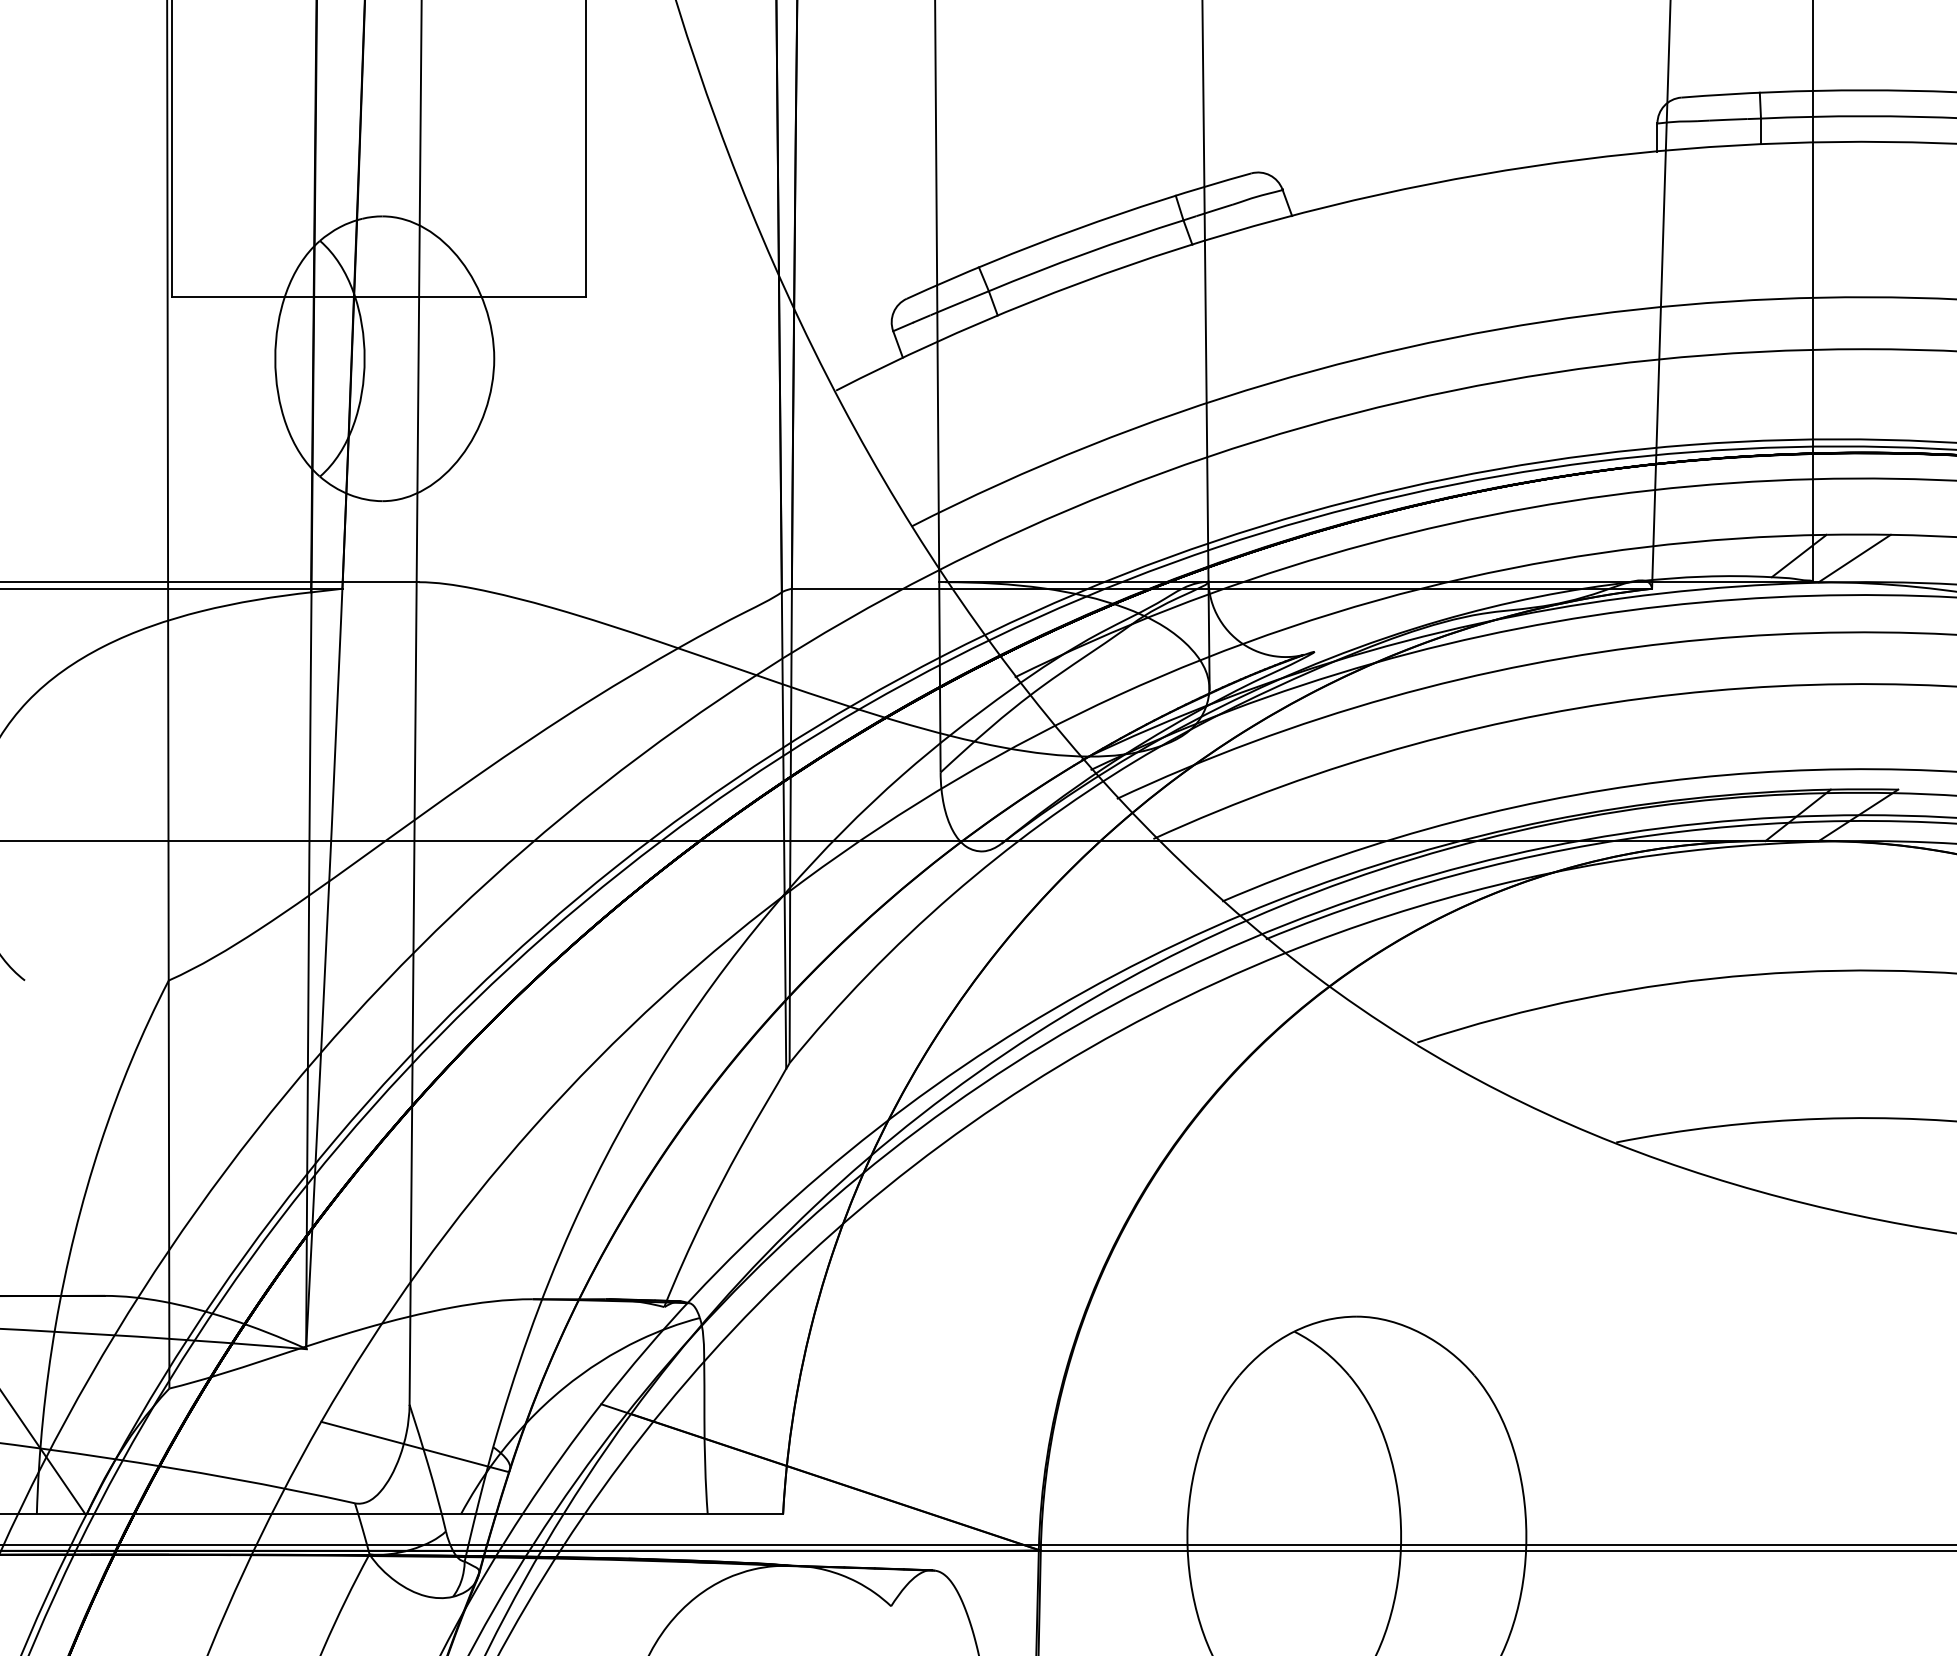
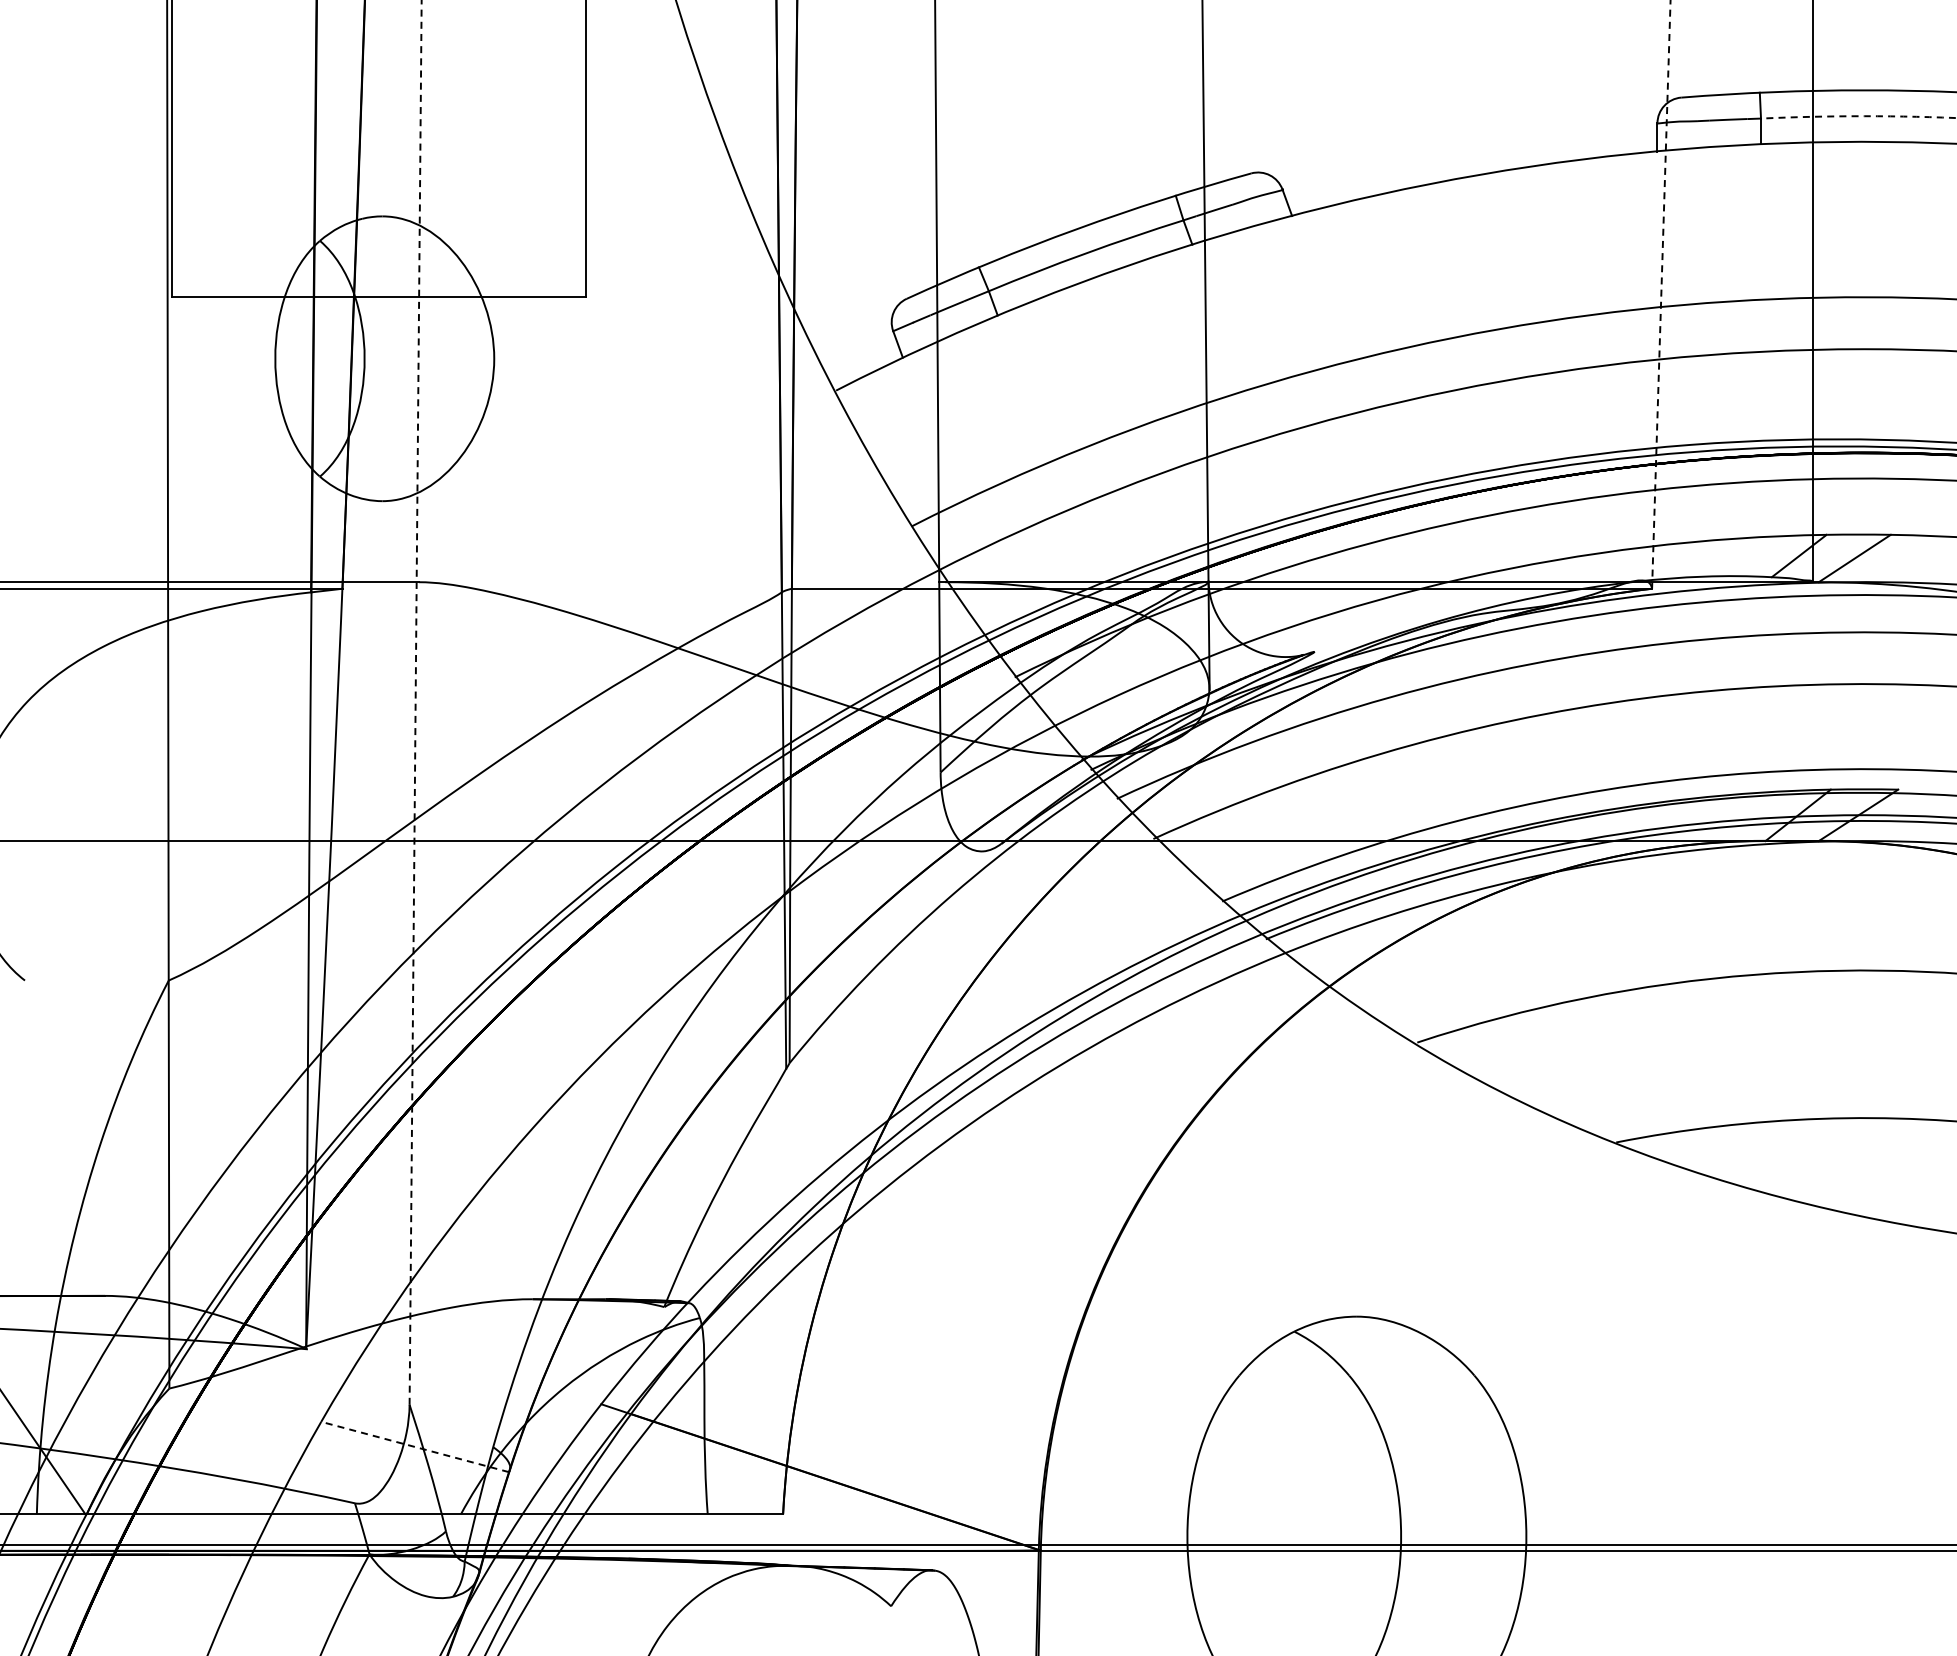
arc at (1858, 116): solid -> dashed
line at (1661, 293): solid -> dashed
line at (415, 702): solid -> dashed
line at (414, 1446): solid -> dashed
